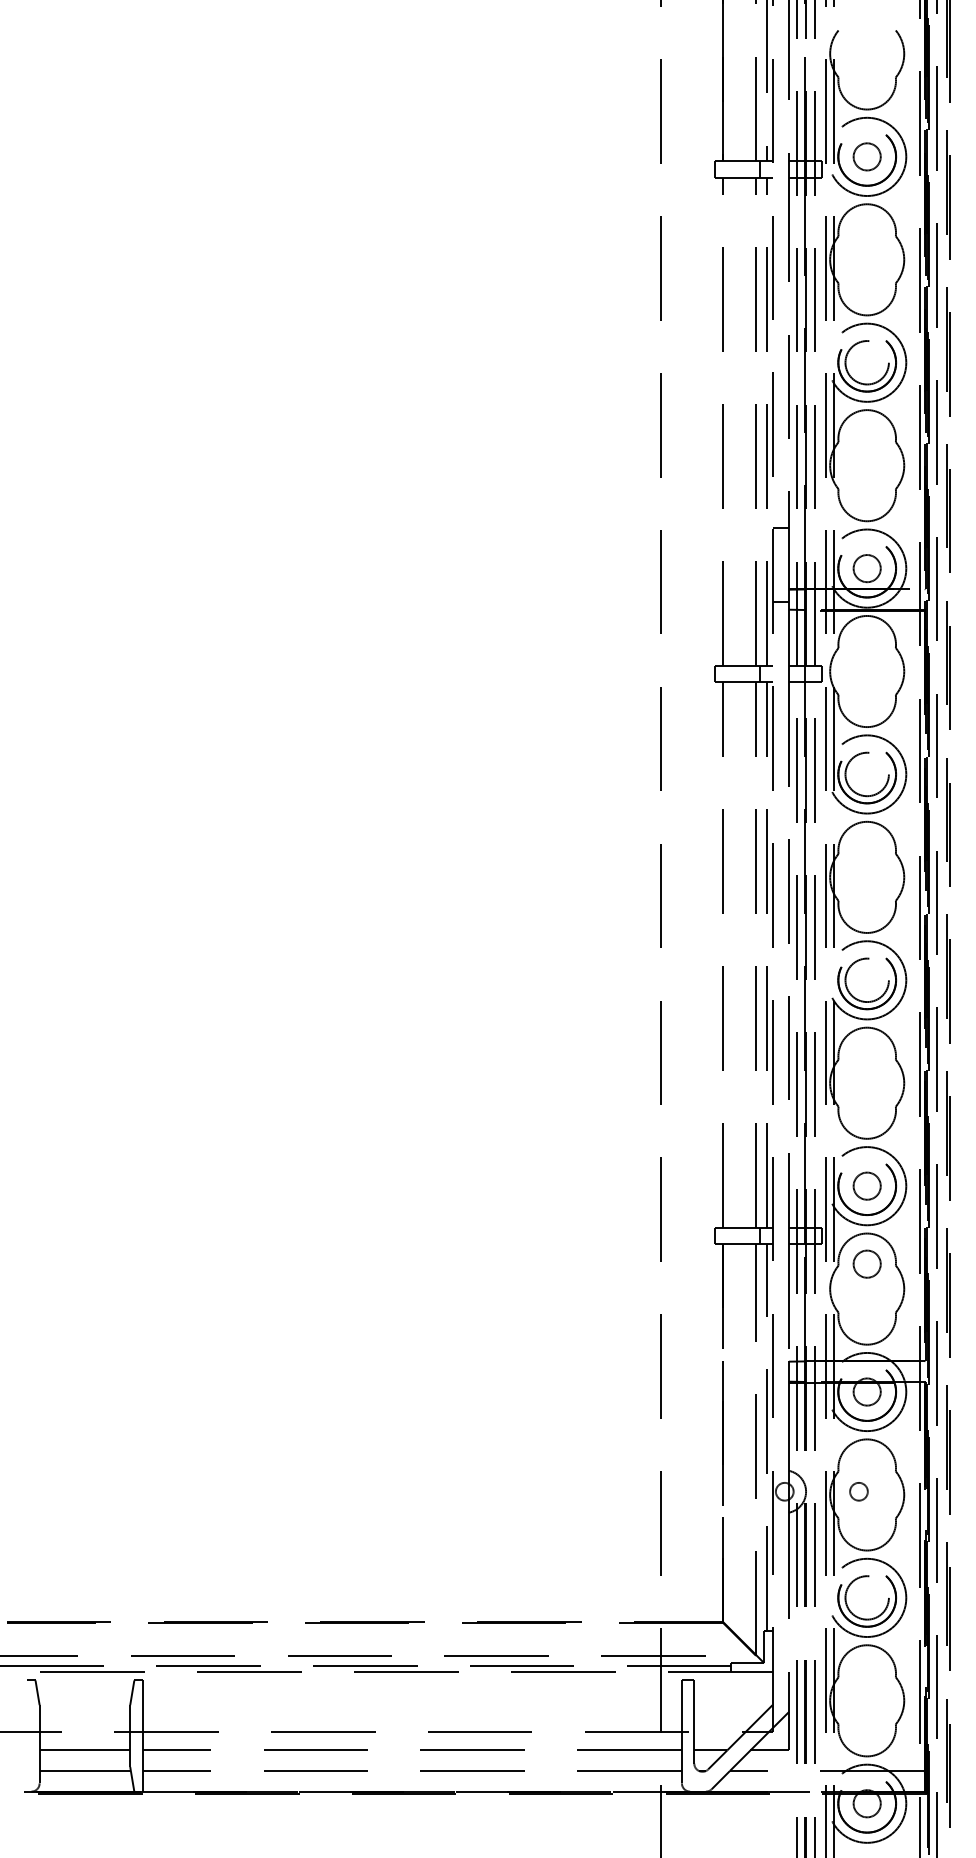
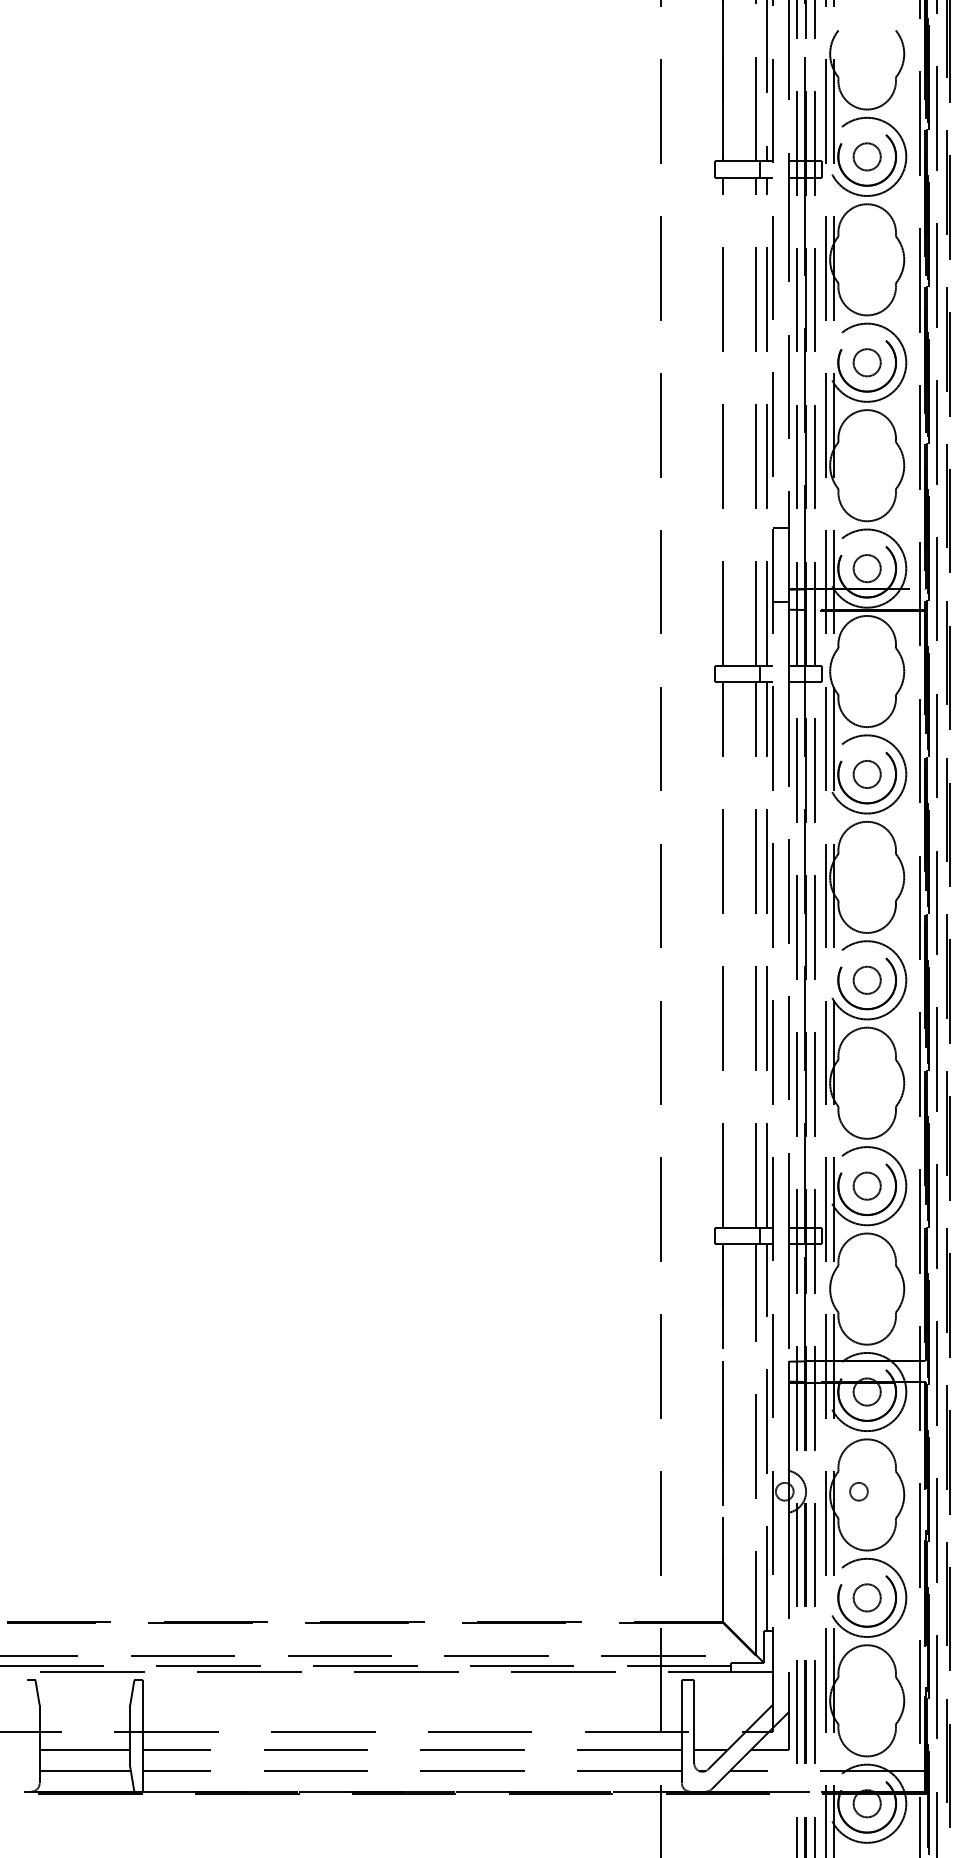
circle at (866, 362) diameter: 43 px -> 27 px
circle at (866, 774) diameter: 43 px -> 27 px
circle at (866, 980) diameter: 43 px -> 27 px
circle at (866, 1263): present -> none
circle at (866, 1597) diameter: 43 px -> 27 px
